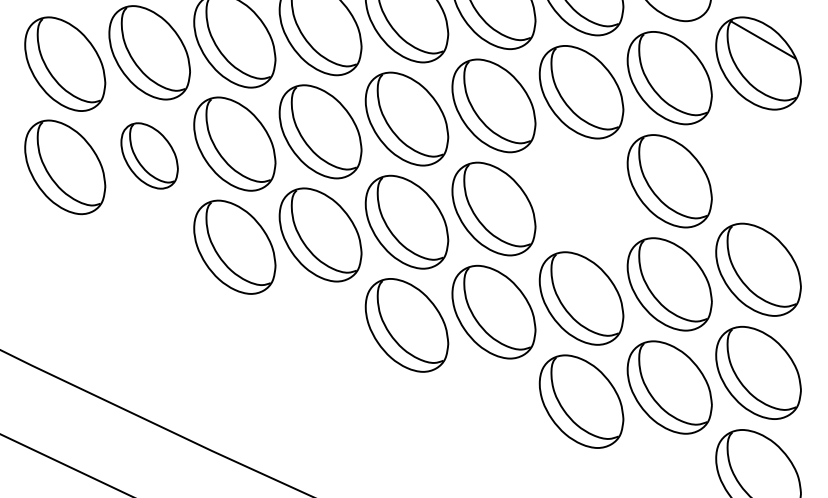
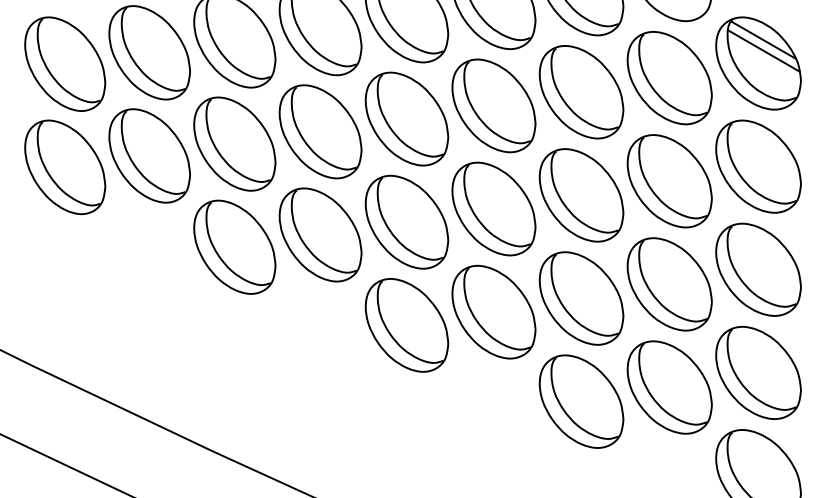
line at (763, 50): none -> present
part at (149, 155) size: 59x68 px -> 83x96 px
part at (758, 166): none -> present
part at (581, 195): none -> present
